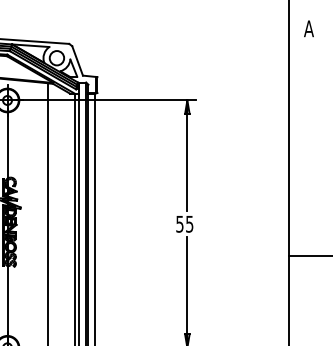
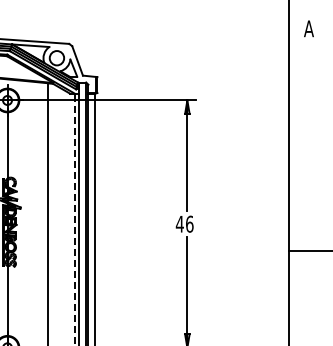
line at (74, 219): solid -> dashed
text at (184, 223): 55 -> 46
line at (308, 255) position: (308, 255) -> (308, 250)
